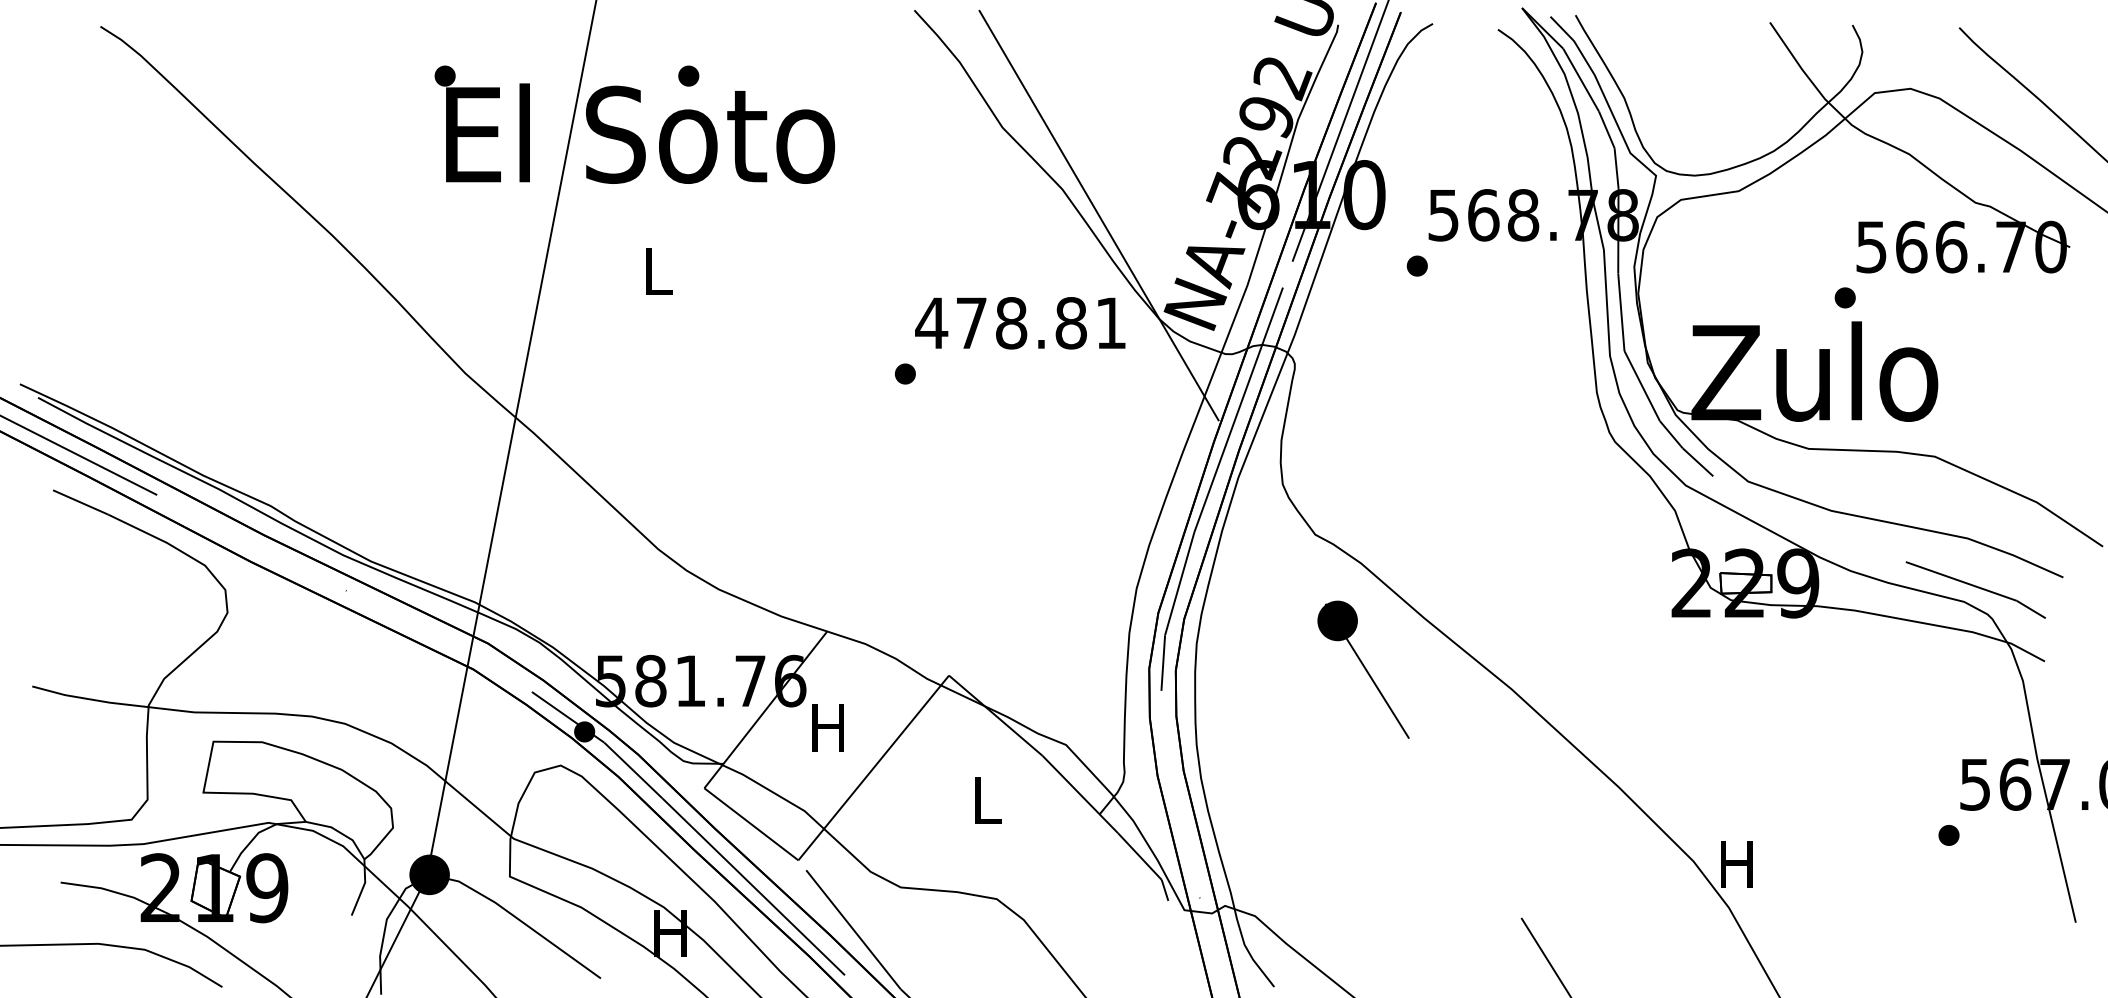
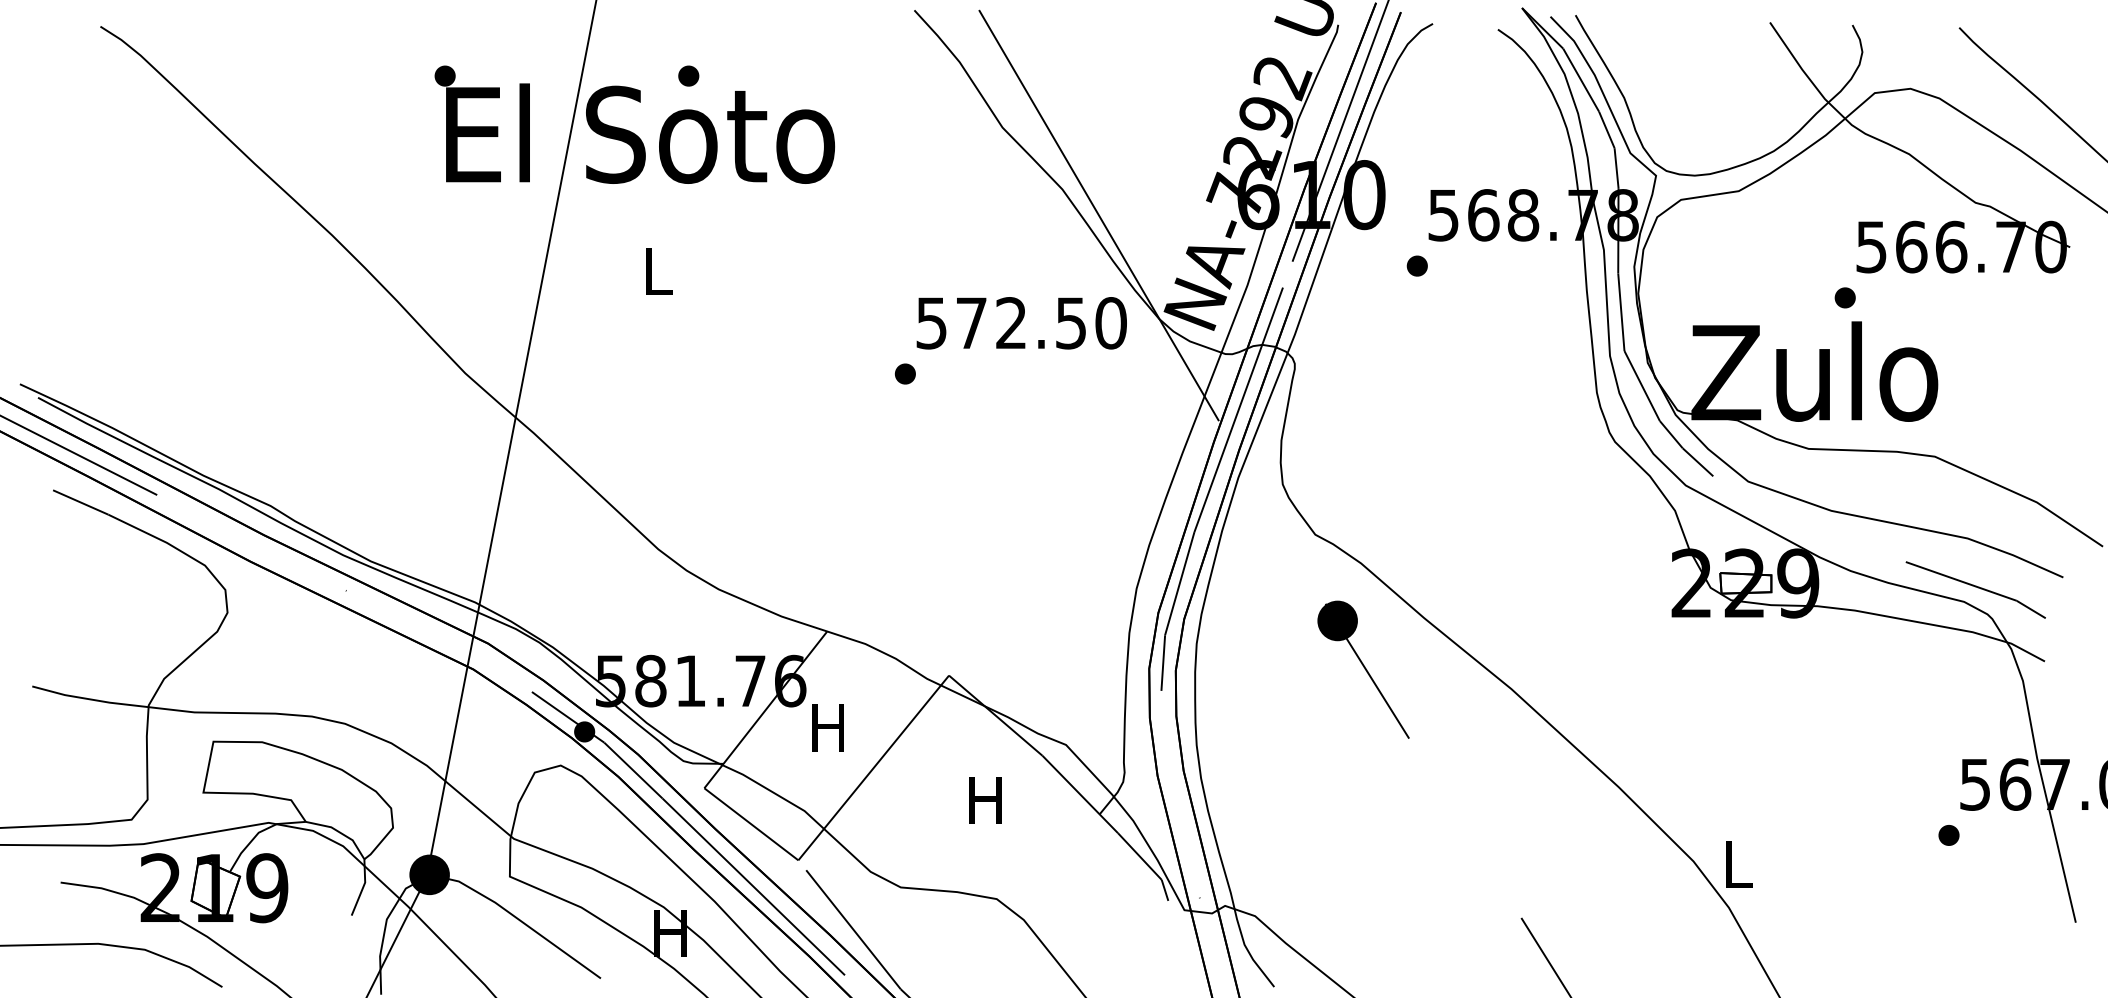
text at (1020, 323): 478.81 -> 572.50
text at (985, 800): L -> H
text at (1736, 864): H -> L
